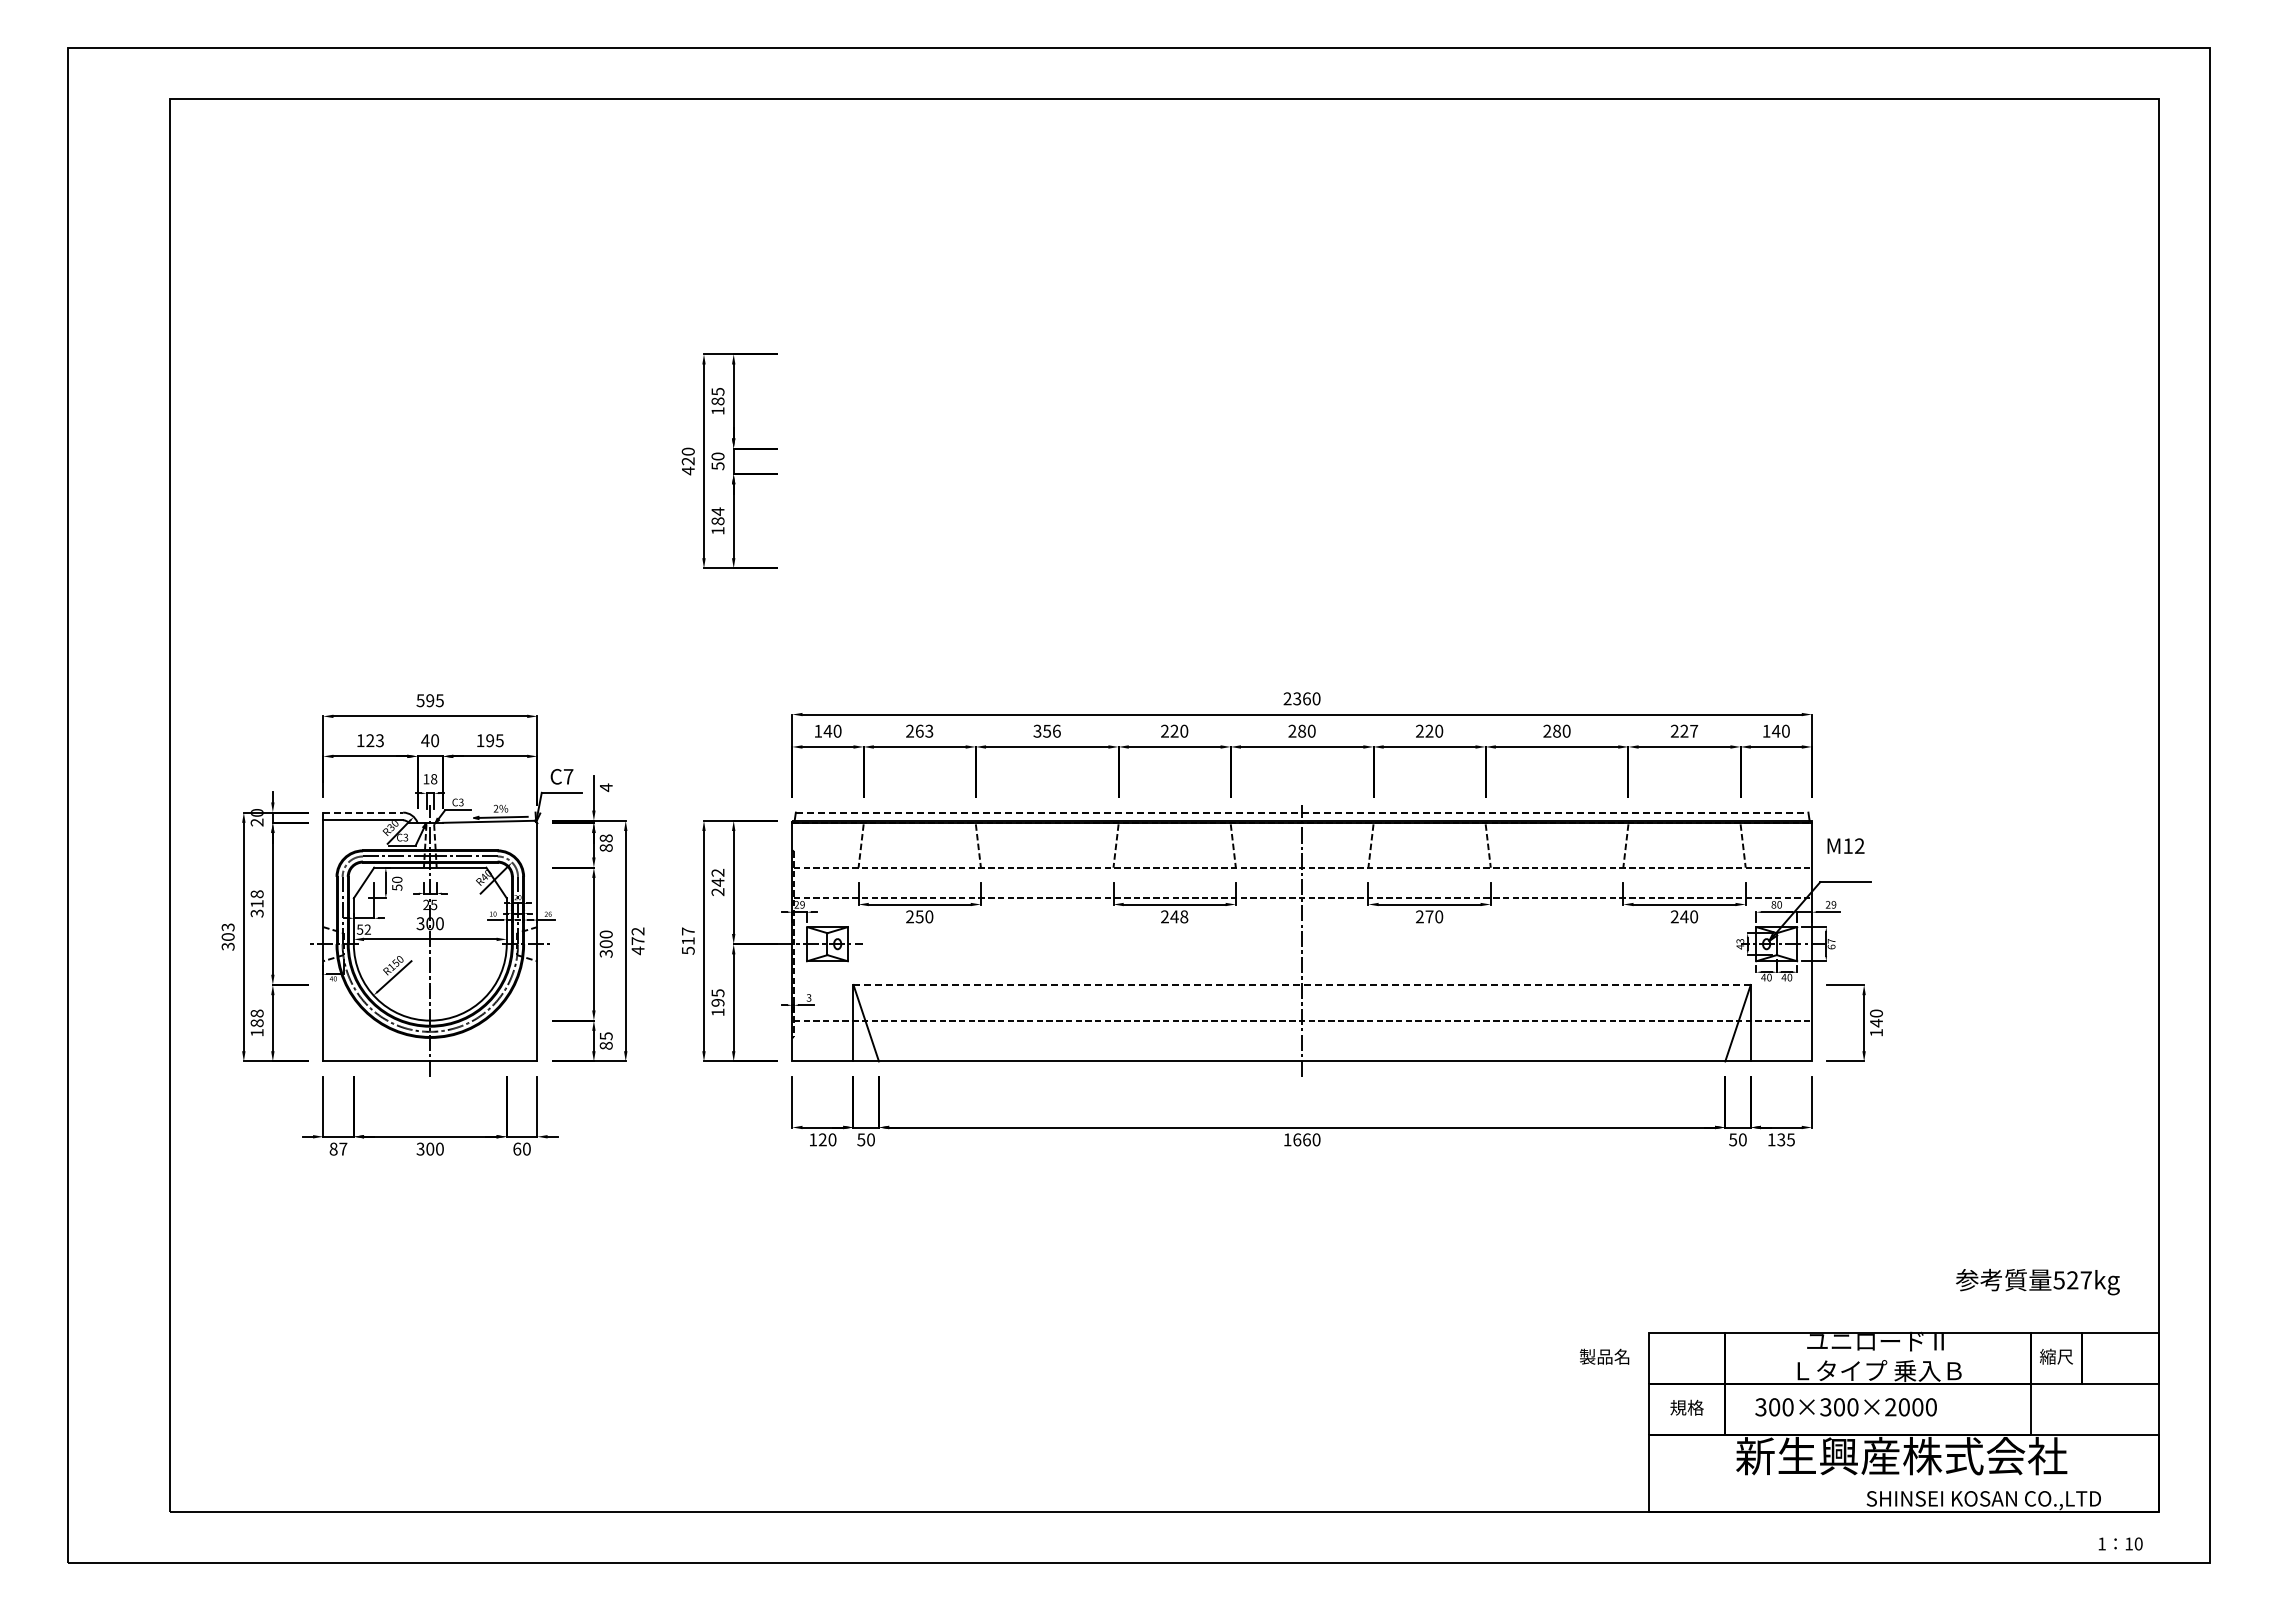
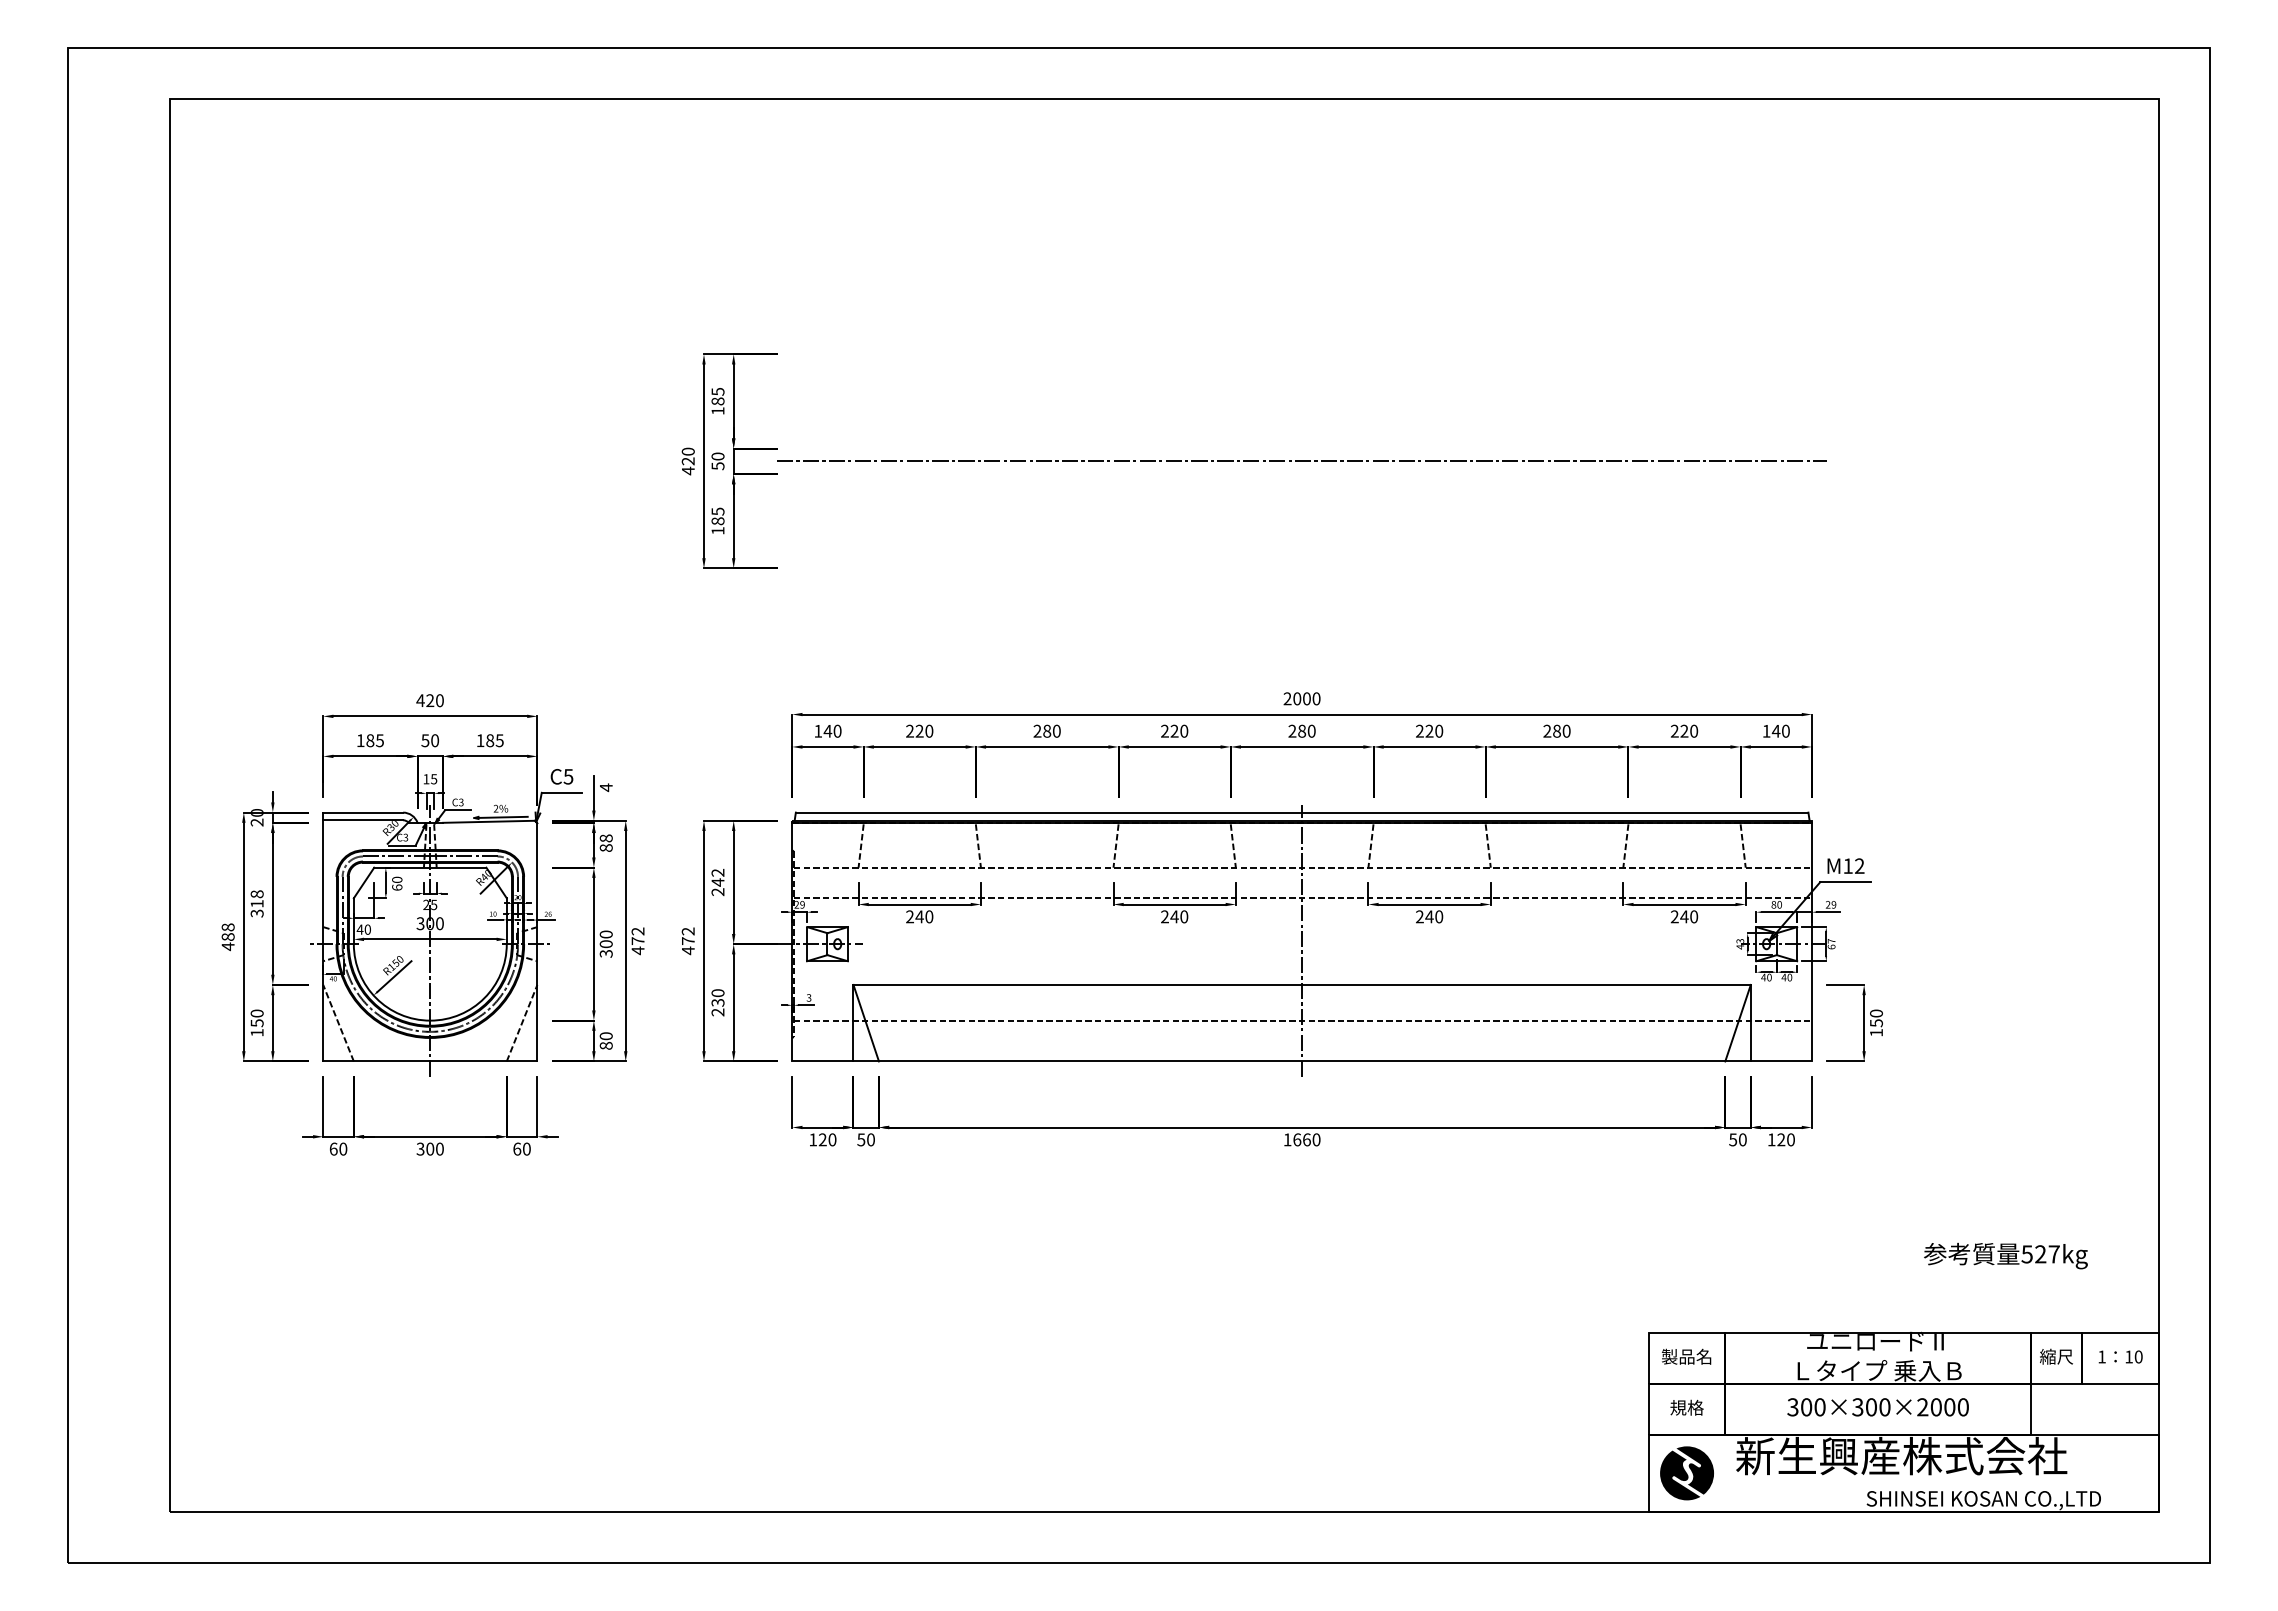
line at (1302, 461): none -> present
text at (717, 511): 184 -> 185
text at (1301, 698): 2360 -> 2000
text at (429, 700): 595 -> 420
text at (924, 730): 263 -> 220
text at (1046, 730): 356 -> 280
text at (1694, 730): 227 -> 220
text at (374, 740): 123 -> 185
text at (425, 740): 40 -> 50
text at (490, 740): 195 -> 185
text at (568, 776): C7 -> C5
text at (434, 779): 18 -> 15
line at (363, 812): dashed -> solid
line at (1302, 812): dashed -> solid
text at (1845, 845) position: (1845, 845) -> (1845, 865)
text at (397, 887): 50 -> 60
text at (919, 916): 250 -> 240
text at (1184, 916): 248 -> 240
text at (1429, 916): 270 -> 240
text at (363, 929): 52 -> 40
text at (227, 937): 303 -> 488
text at (687, 941): 517 -> 472
line at (1302, 984): dashed -> solid
text at (717, 1002): 195 -> 230
text at (256, 1018): 188 -> 150
line at (338, 1022): none -> present
line at (521, 1022): none -> present
text at (1876, 1023): 140 -> 150
text at (605, 1036): 85 -> 80
text at (1785, 1139): 135 -> 120
text at (338, 1148): 87 -> 60
text at (2037, 1281) position: (2037, 1281) -> (2005, 1255)
text at (1604, 1356) position: (1604, 1356) -> (1686, 1356)
text at (1845, 1407) position: (1845, 1407) -> (1877, 1407)
part at (1686, 1473): none -> present
text at (2120, 1543) position: (2120, 1543) -> (2120, 1356)
